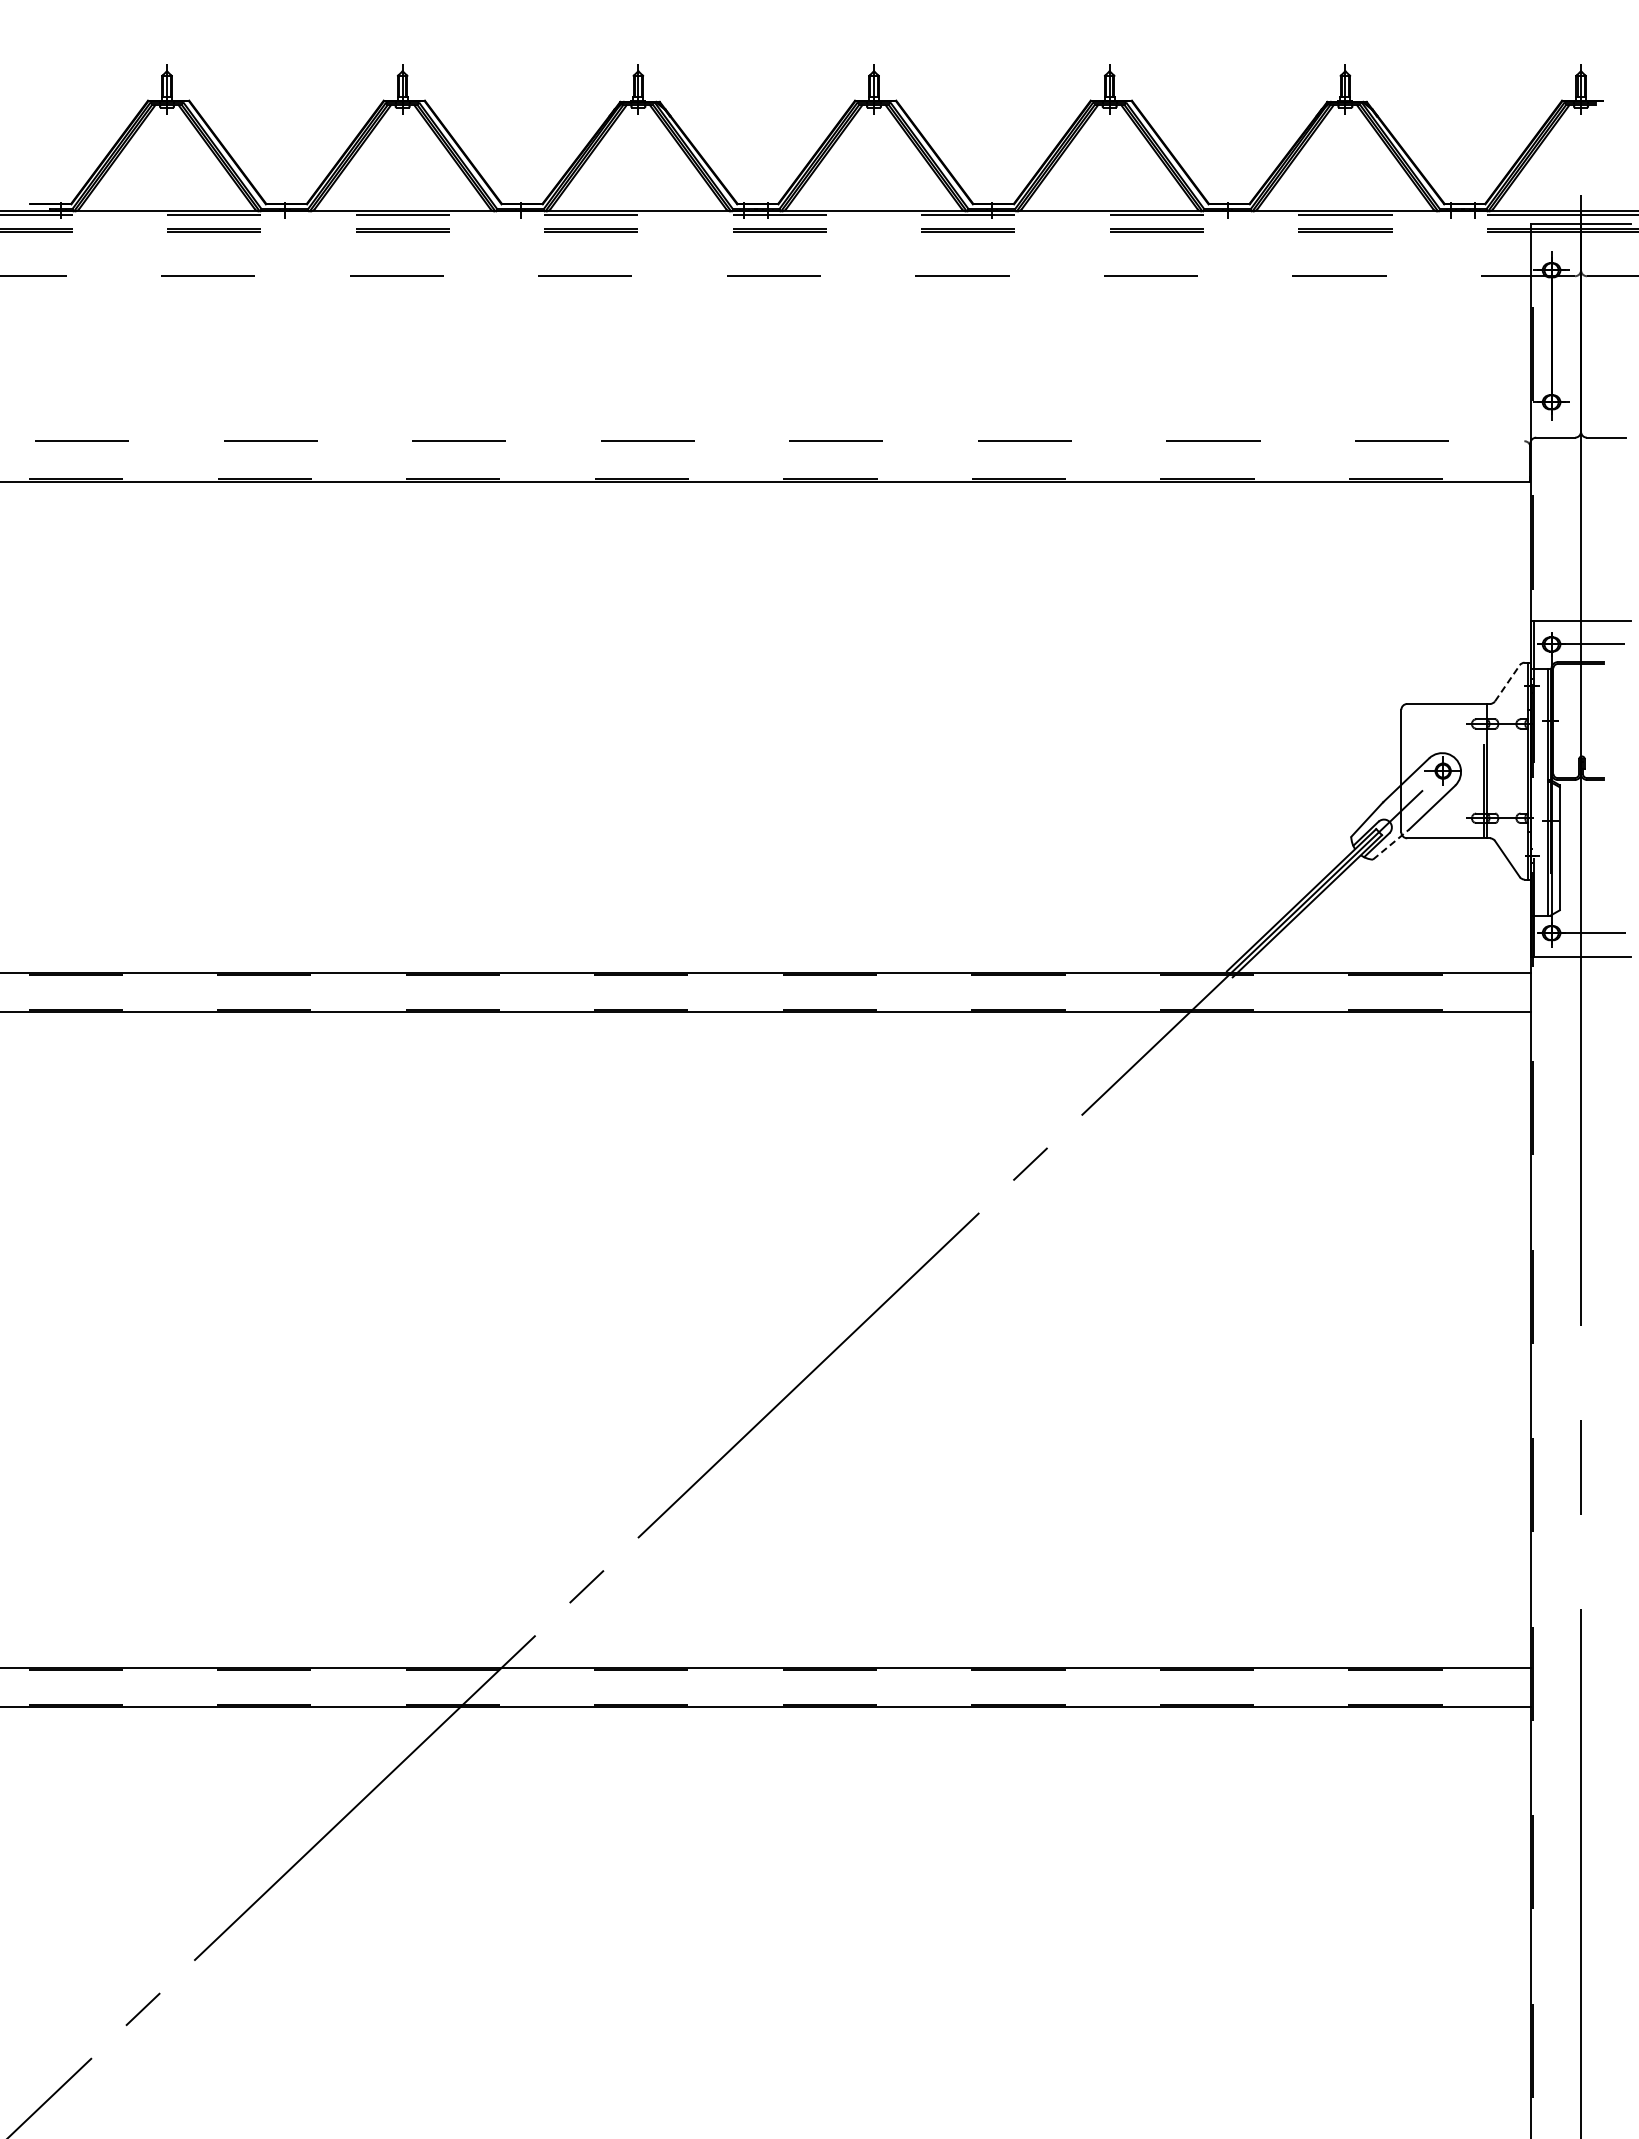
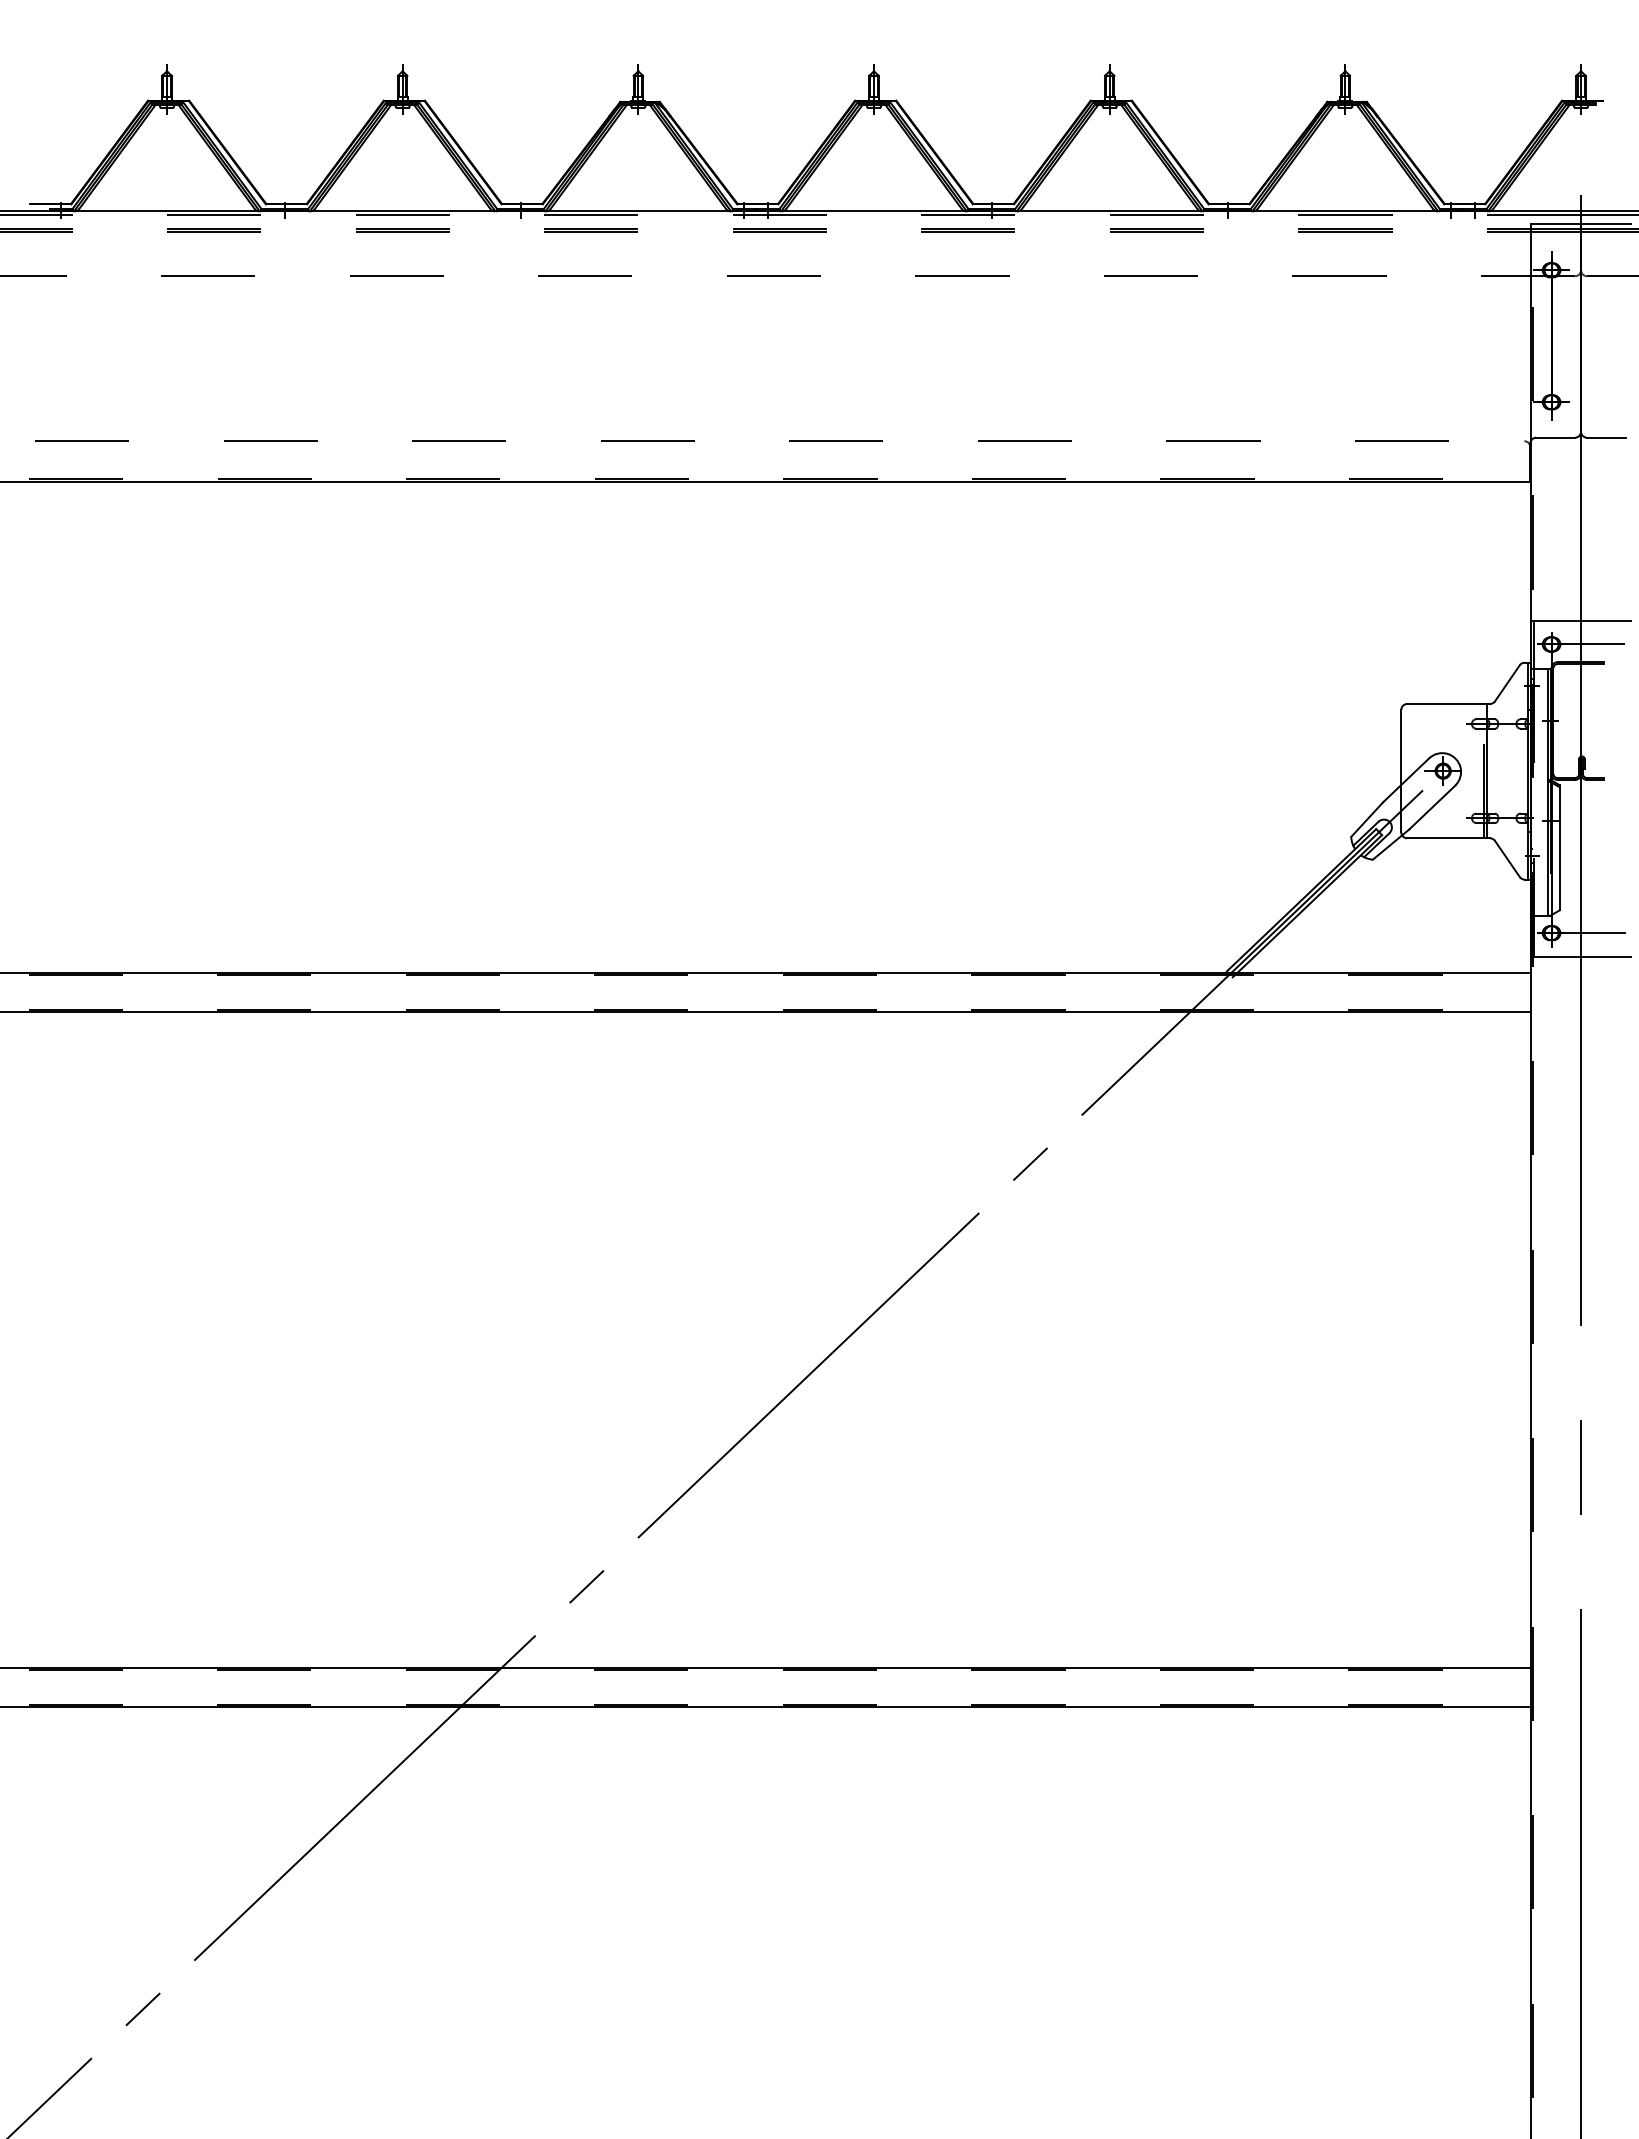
line at (1507, 683): dashed -> solid
line at (1391, 844): dashed -> solid
